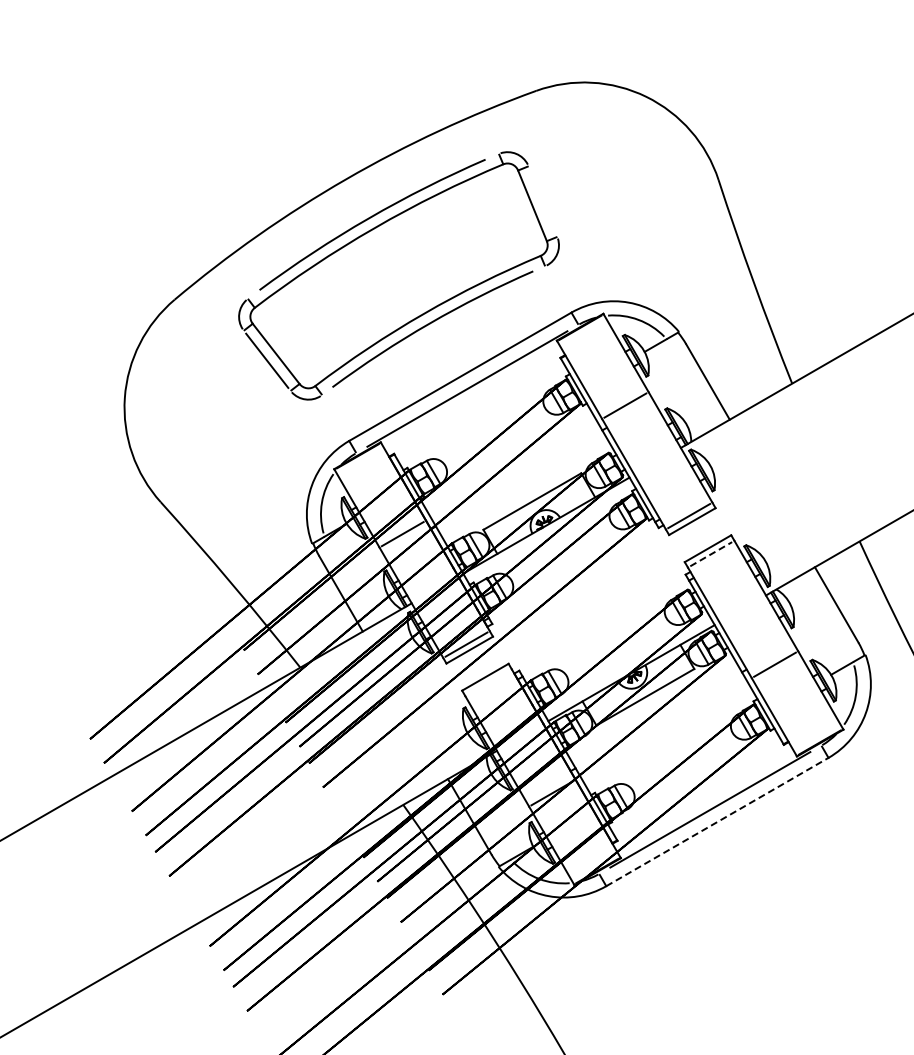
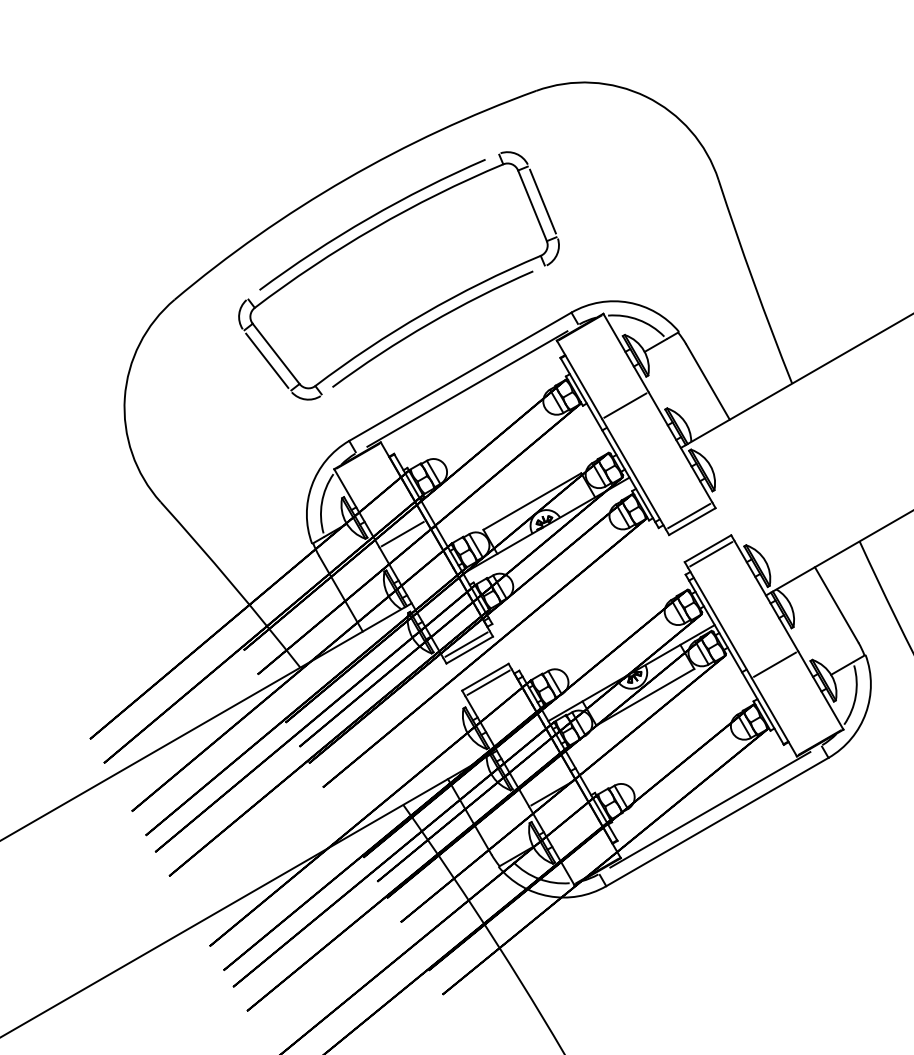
line at (542, 201): none -> present
line at (711, 553): dashed -> solid
line at (488, 682): none -> present
line at (717, 821): dashed -> solid
